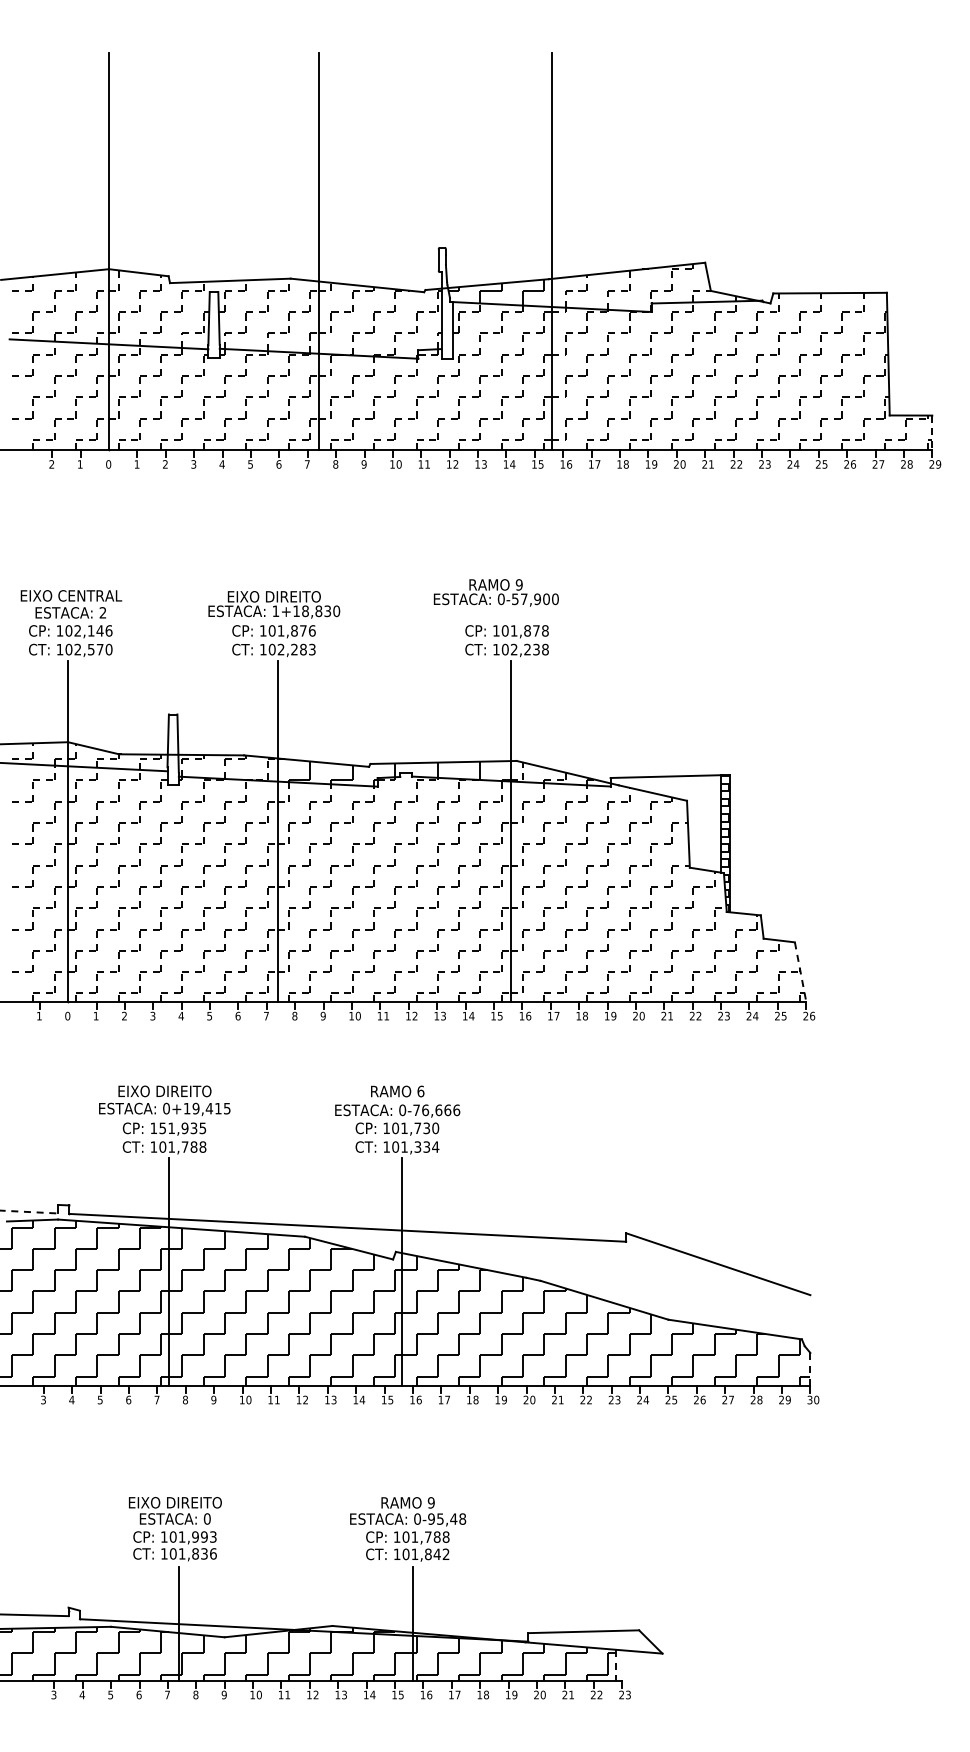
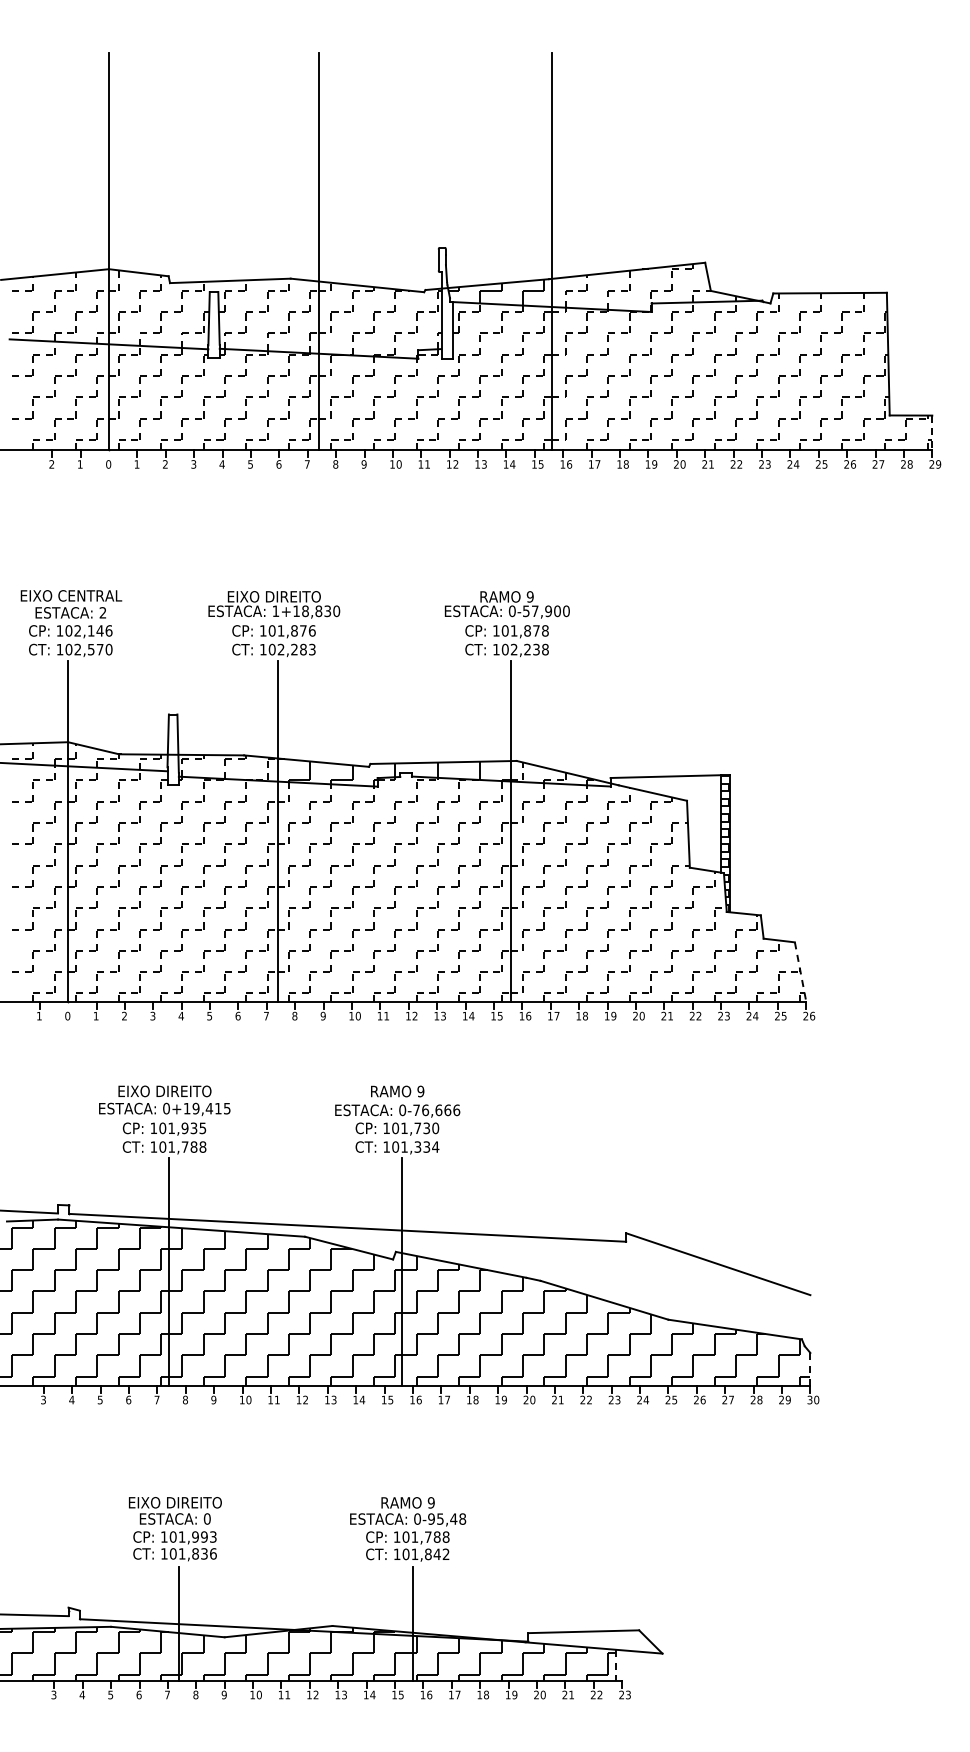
text at (495, 592) position: (495, 592) -> (506, 604)
text at (420, 1091): 6 -> 9
text at (162, 1128): 151,935 -> 101,935
line at (29, 1212): dashed -> solid
